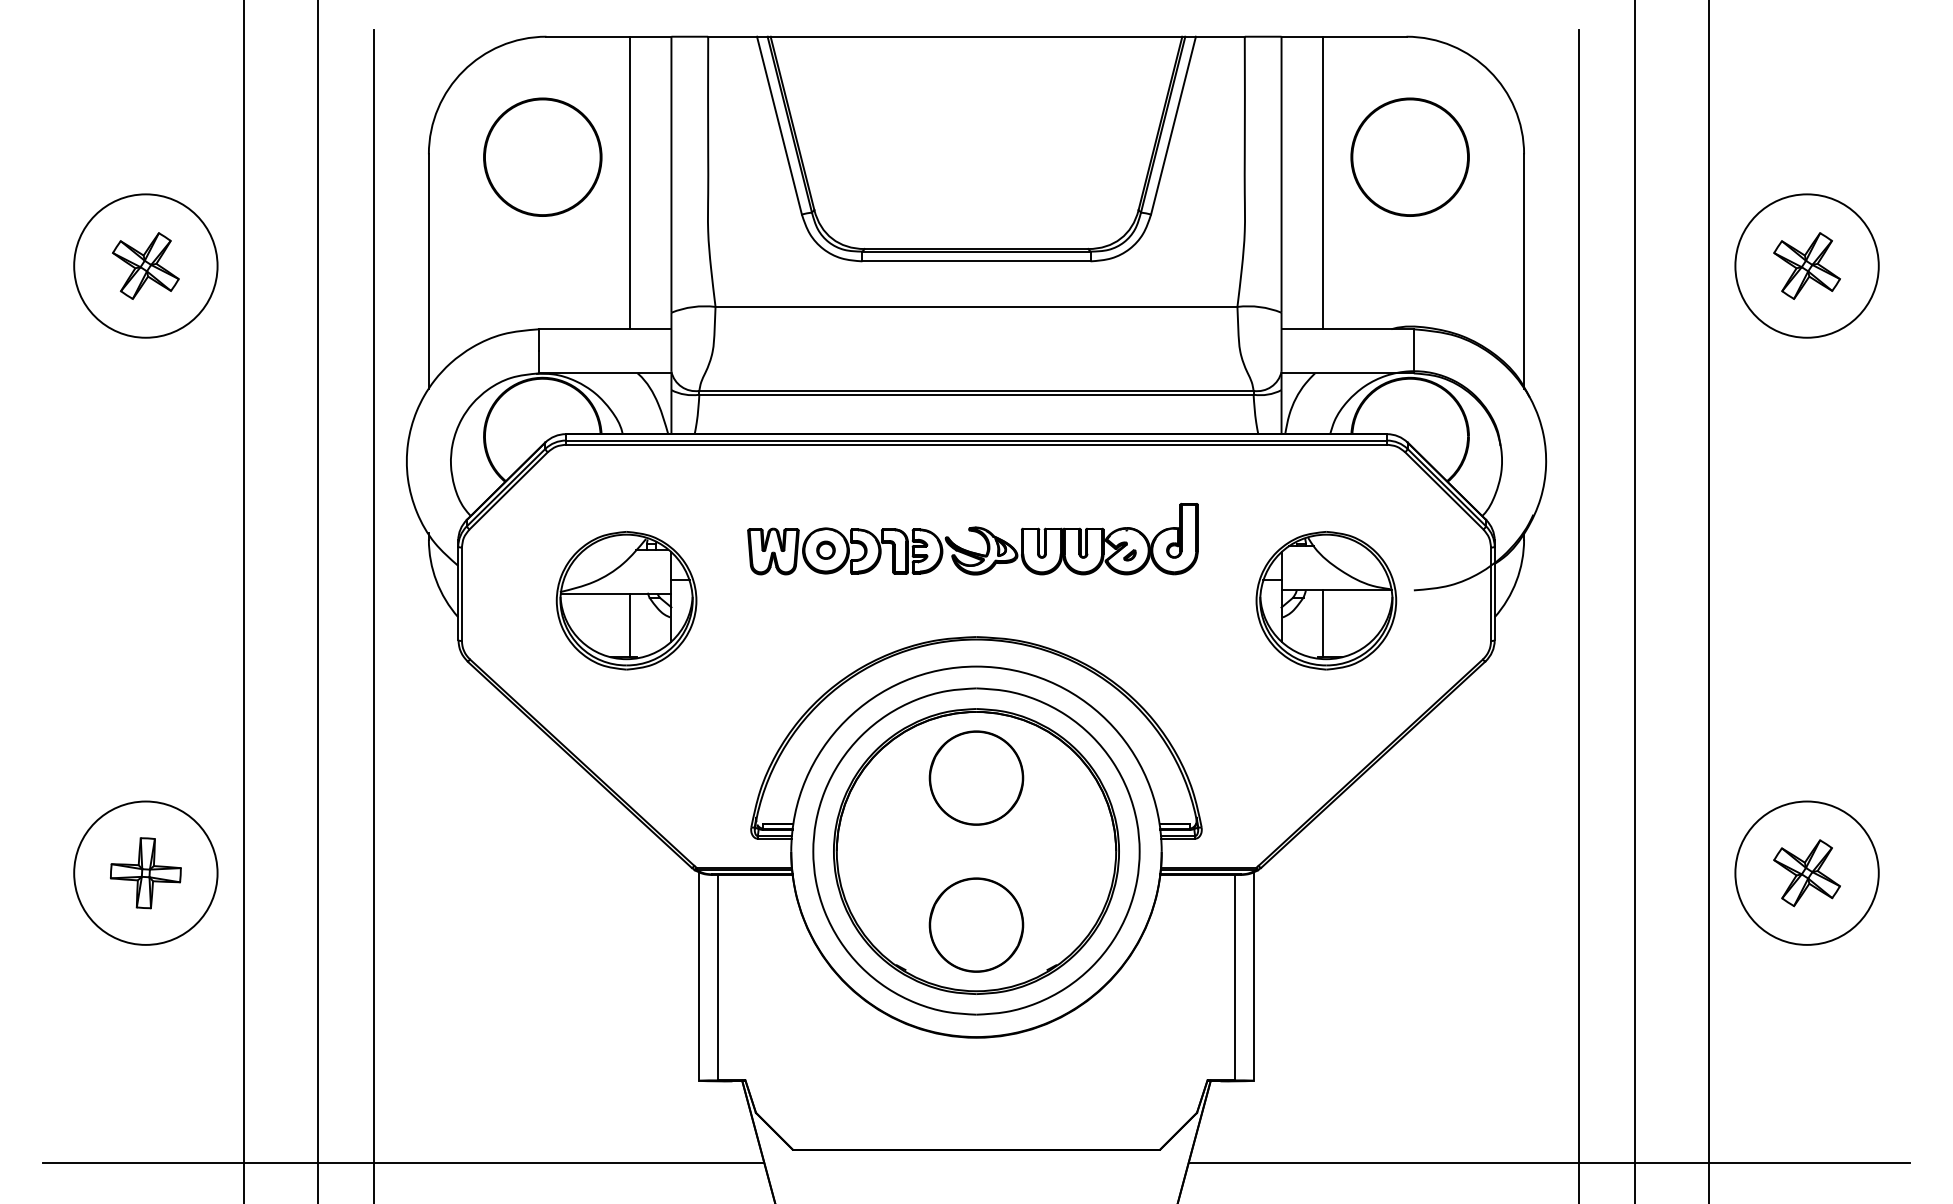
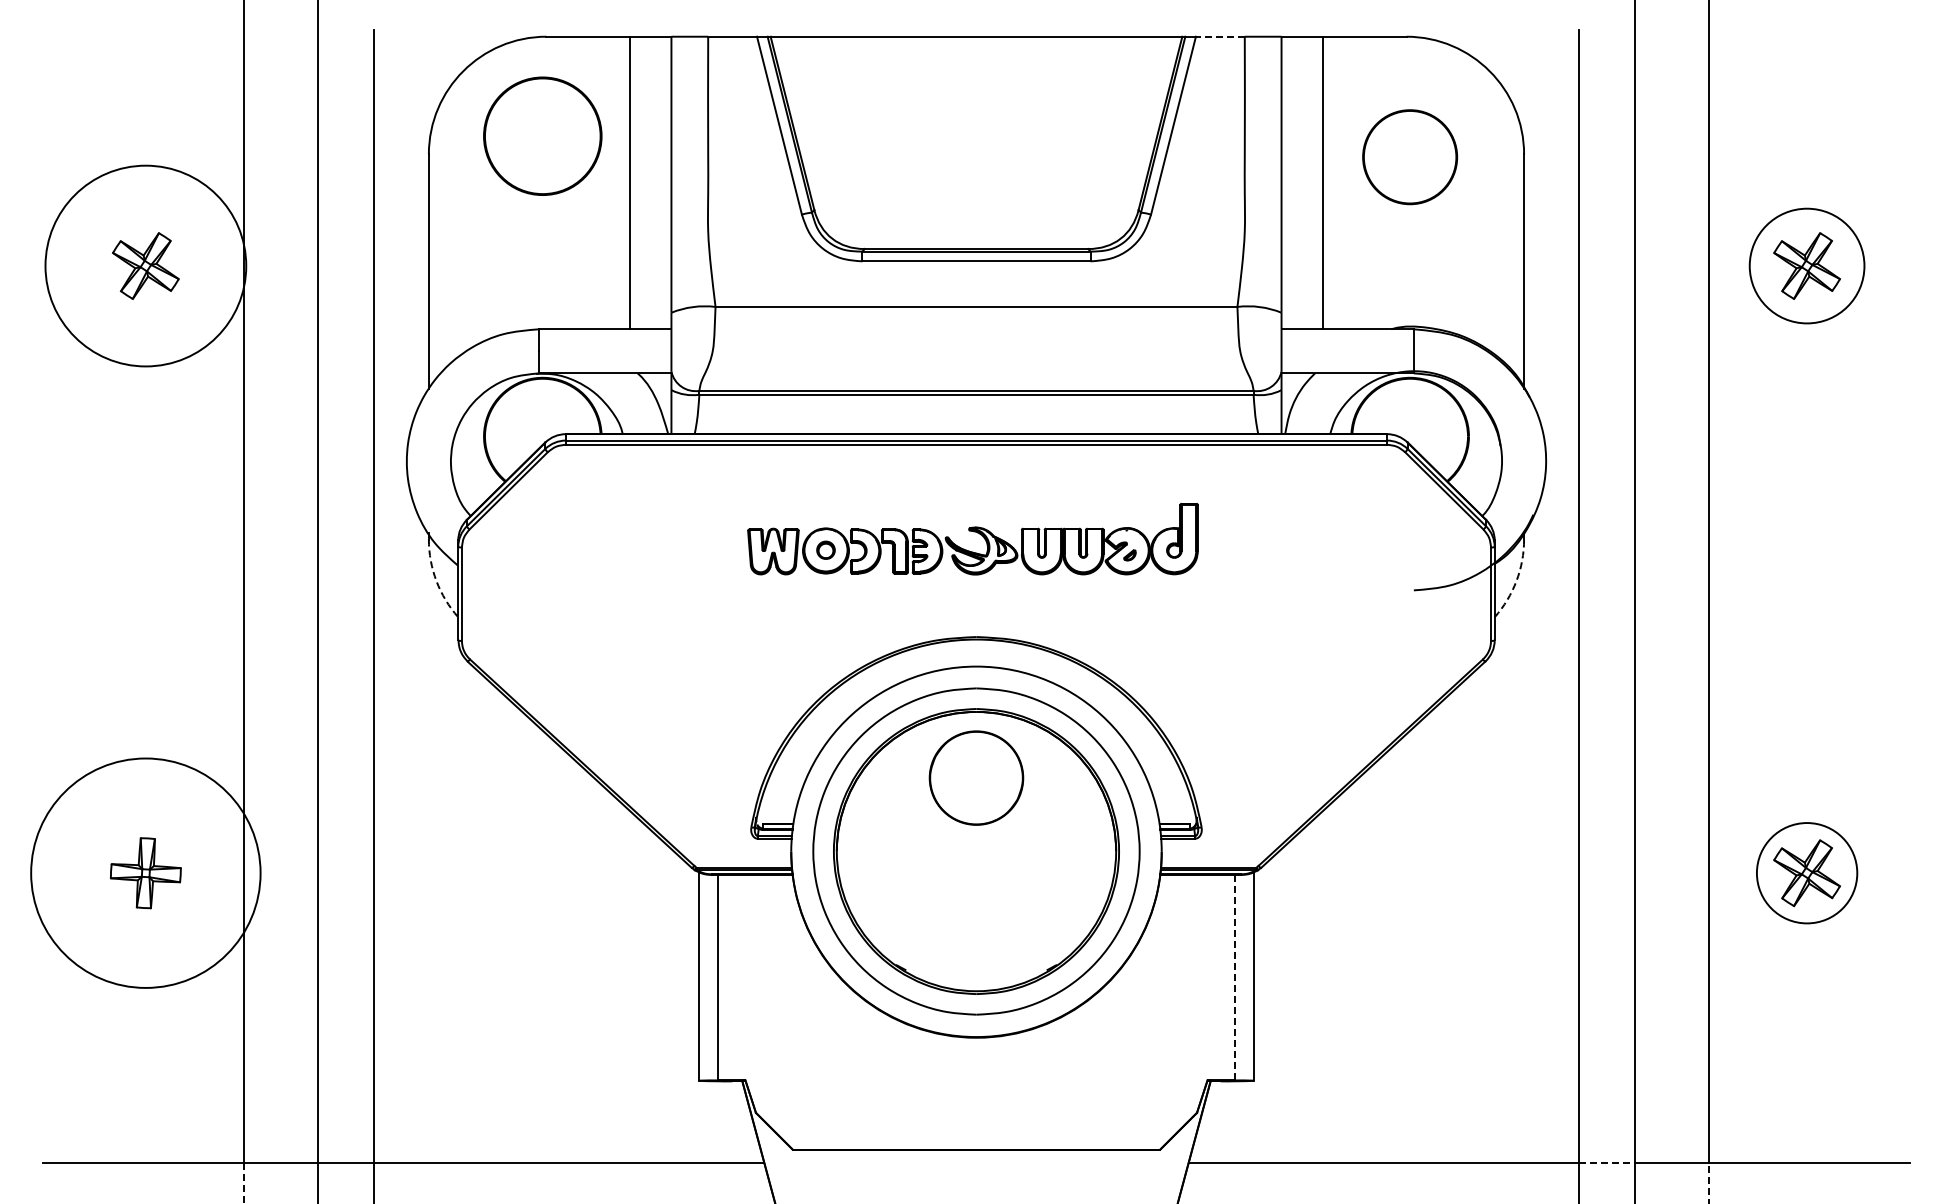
line at (1219, 36): solid -> dashed
circle at (542, 156) position: (542, 156) -> (542, 135)
circle at (1409, 156) size: 120x120 px -> 97x97 px
circle at (145, 265) diameter: 143 px -> 201 px
circle at (1806, 265) diameter: 143 px -> 115 px
arc at (436, 581): solid -> dashed
arc at (1516, 581): solid -> dashed
part at (626, 600): present -> none
part at (1326, 600): present -> none
circle at (145, 872) diameter: 143 px -> 229 px
circle at (1806, 872) diameter: 143 px -> 100 px
part at (976, 924): present -> none
line at (1234, 977): solid -> dashed
line at (1607, 1162): solid -> dashed
line at (1708, 1182): solid -> dashed
line at (244, 1183): solid -> dashed
